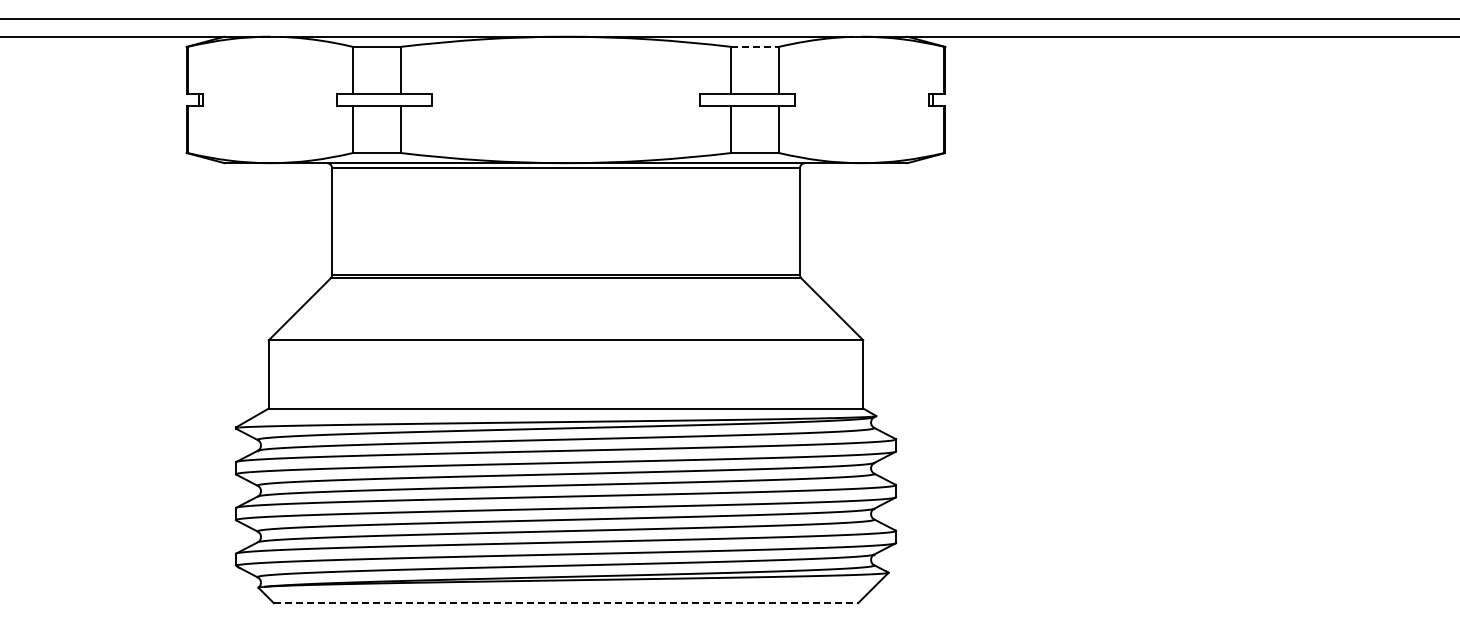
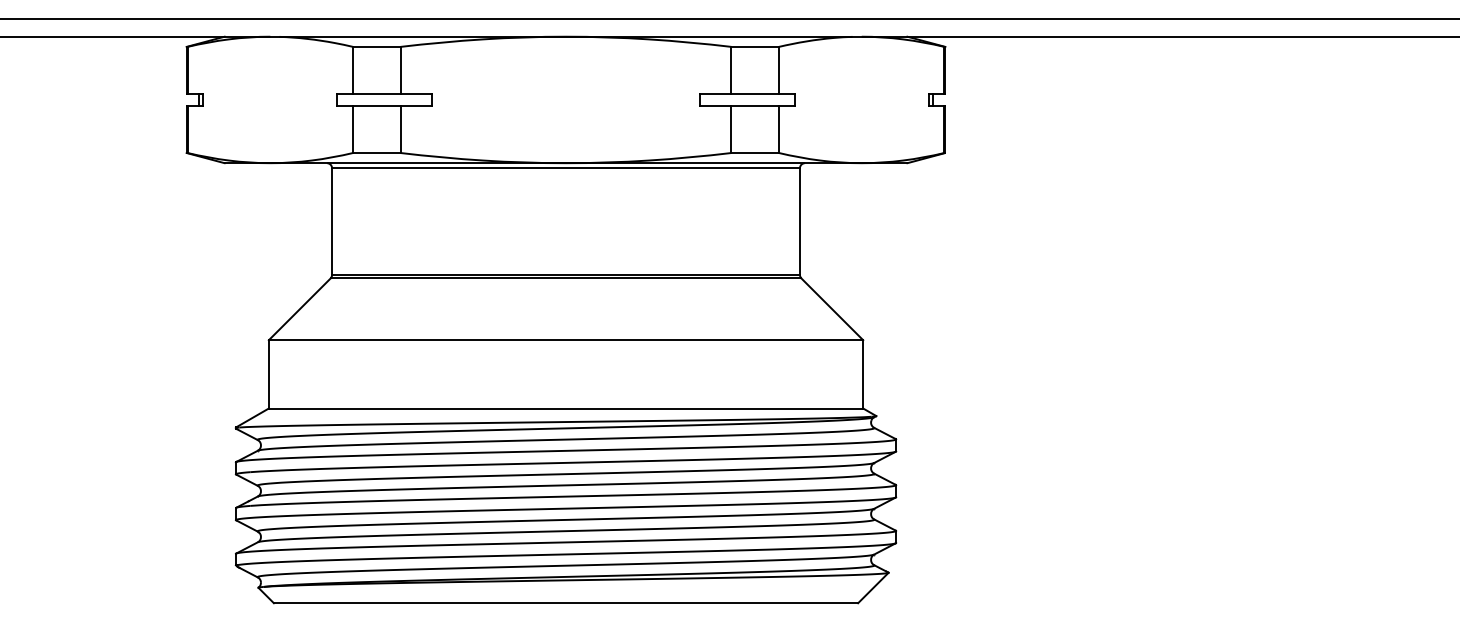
line at (755, 46): dashed -> solid
line at (566, 603): dashed -> solid
